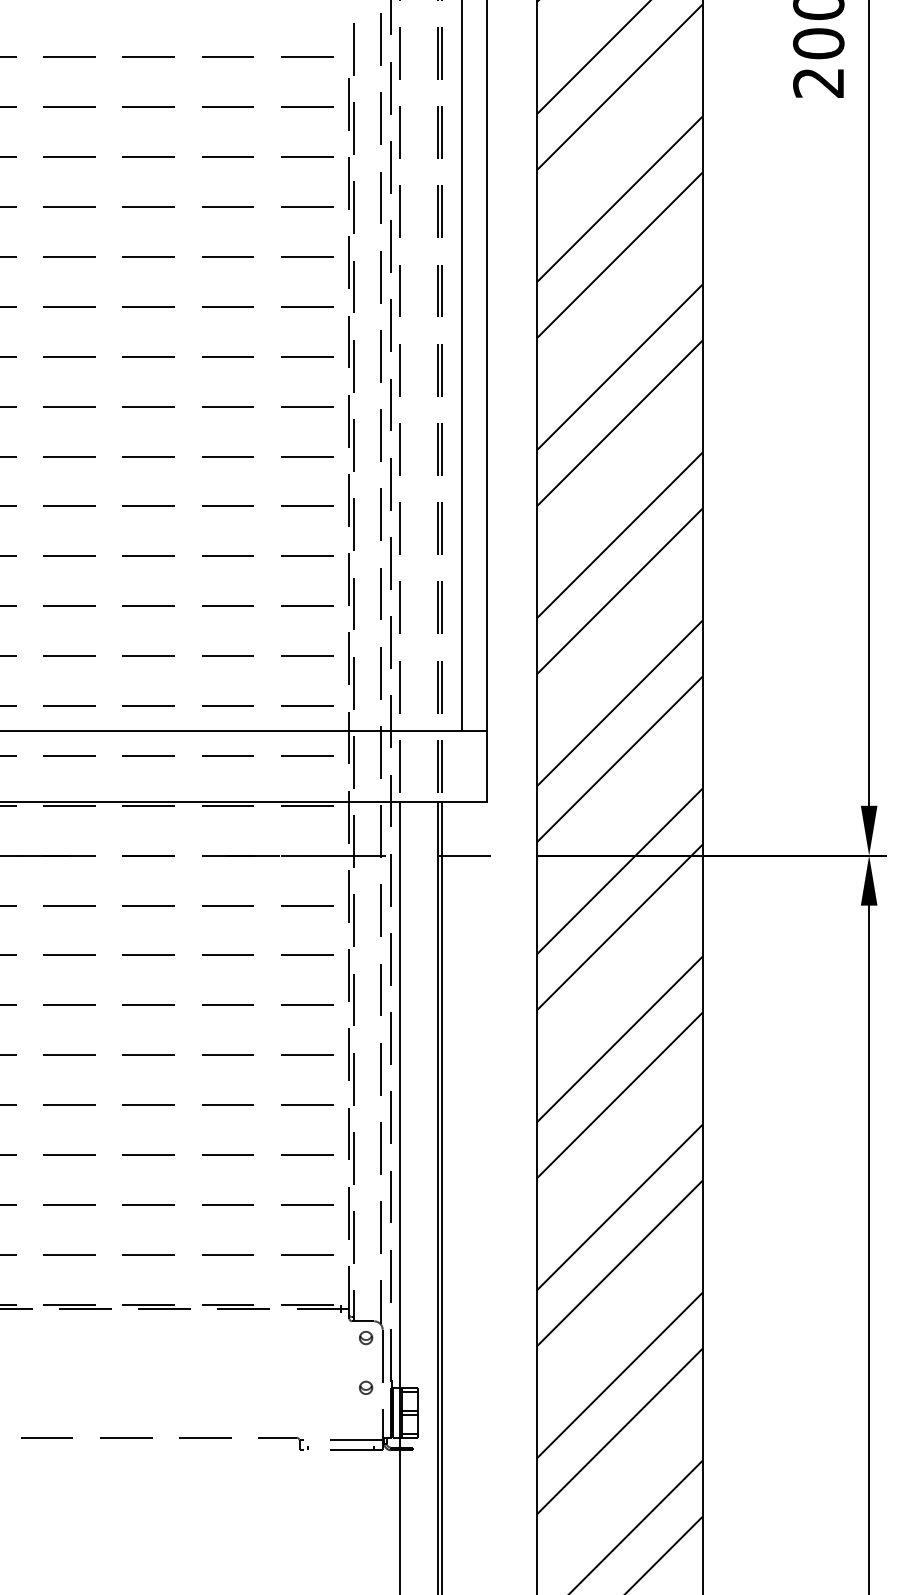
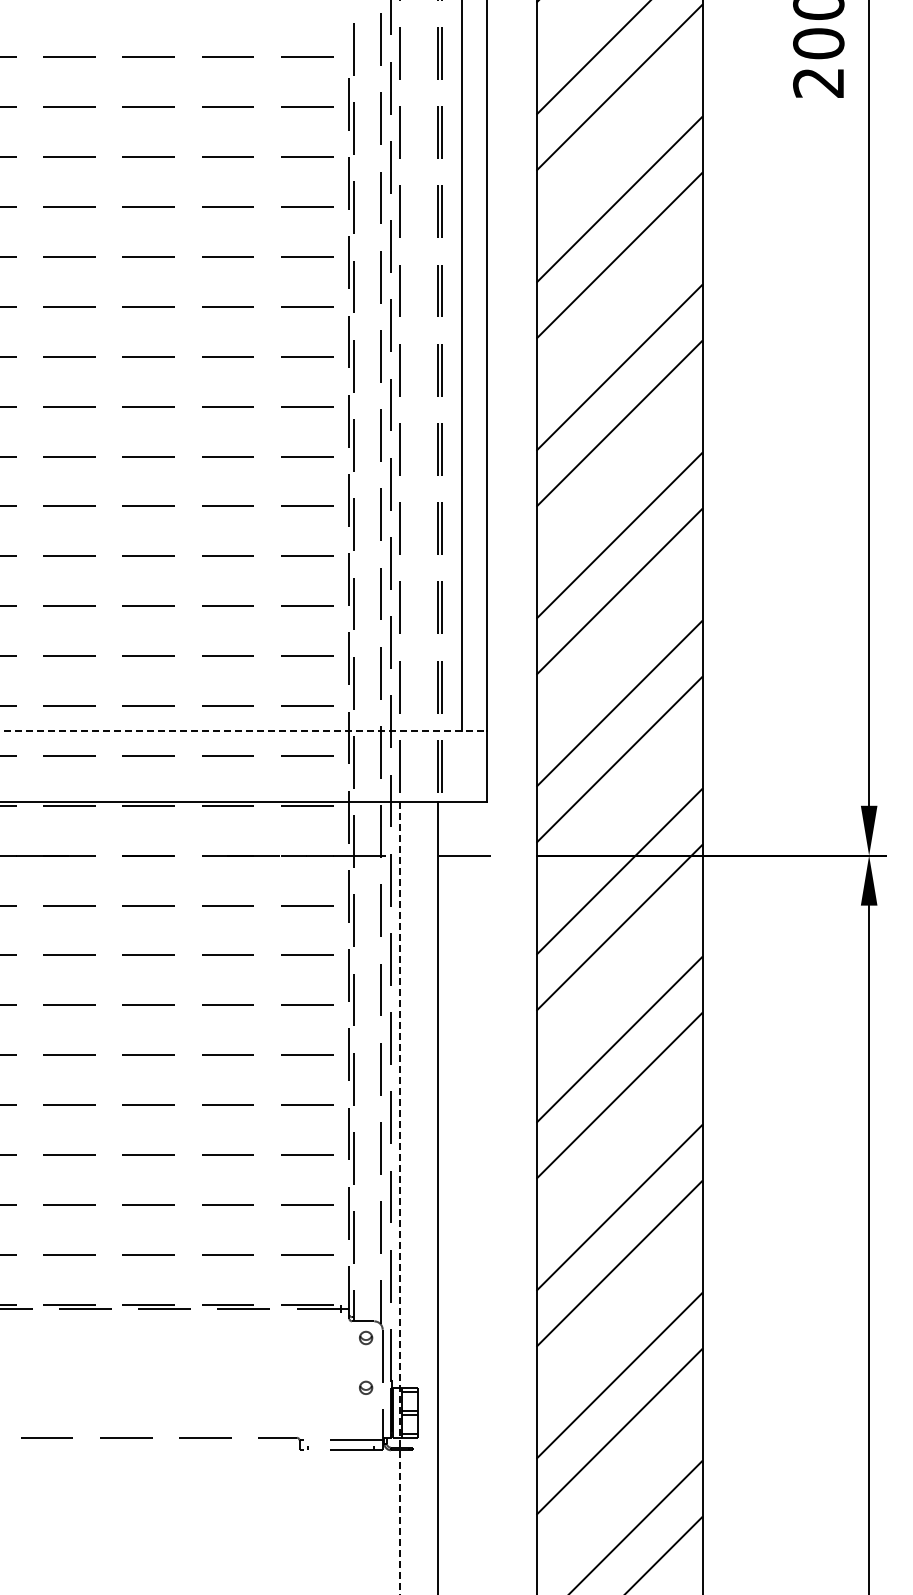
line at (243, 730): solid -> dashed
line at (441, 1196): present -> none
line at (400, 1198): solid -> dashed
